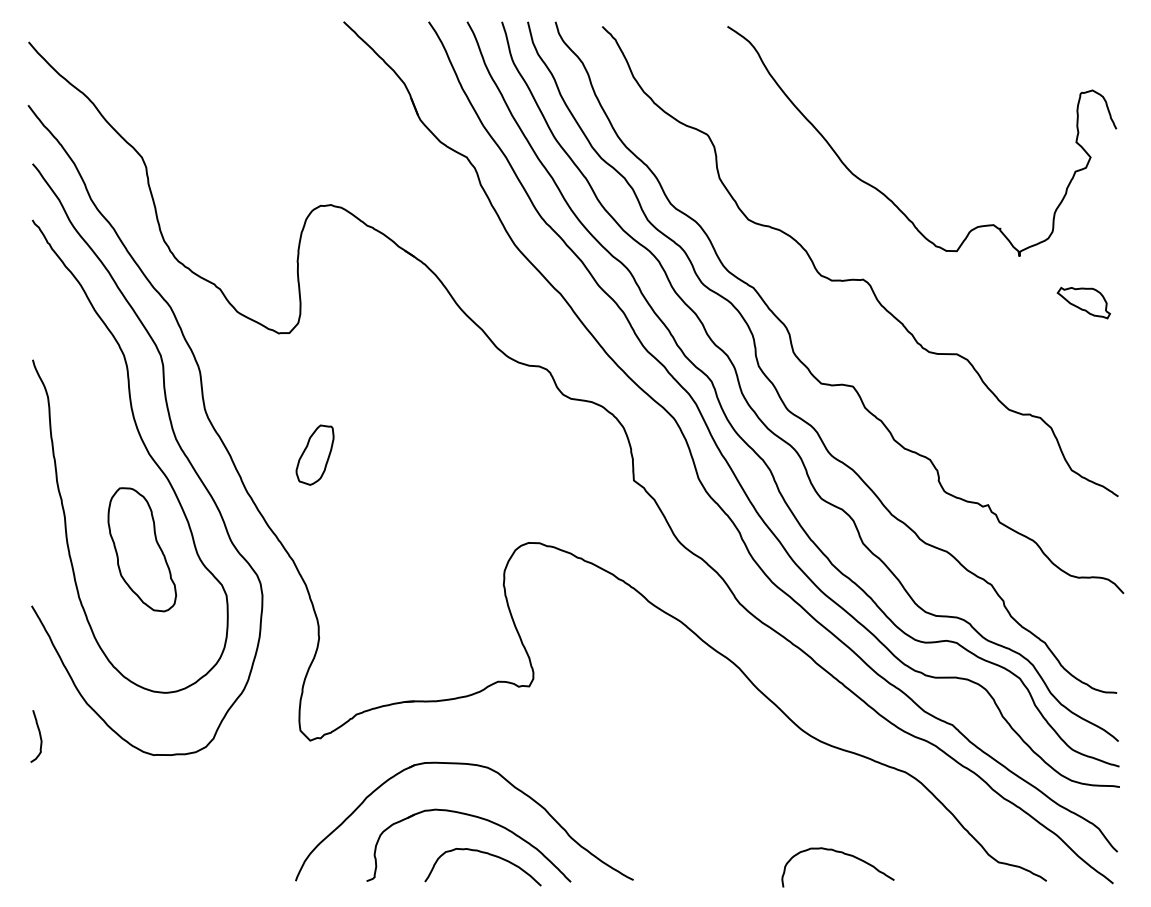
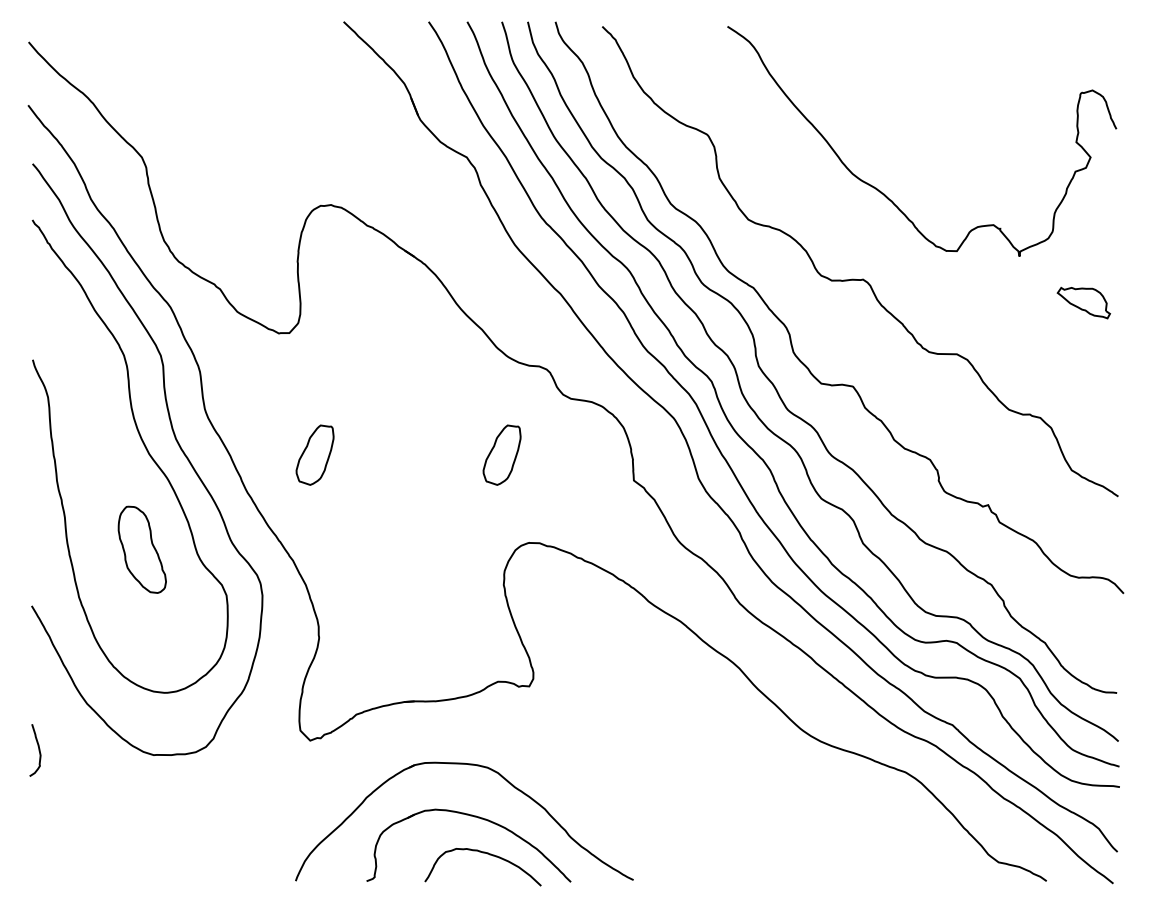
part at (501, 454): none -> present
part at (142, 549) size: 71x126 px -> 50x89 px
curve at (39, 736) position: (39, 736) -> (38, 750)
curve at (843, 854): present -> none
